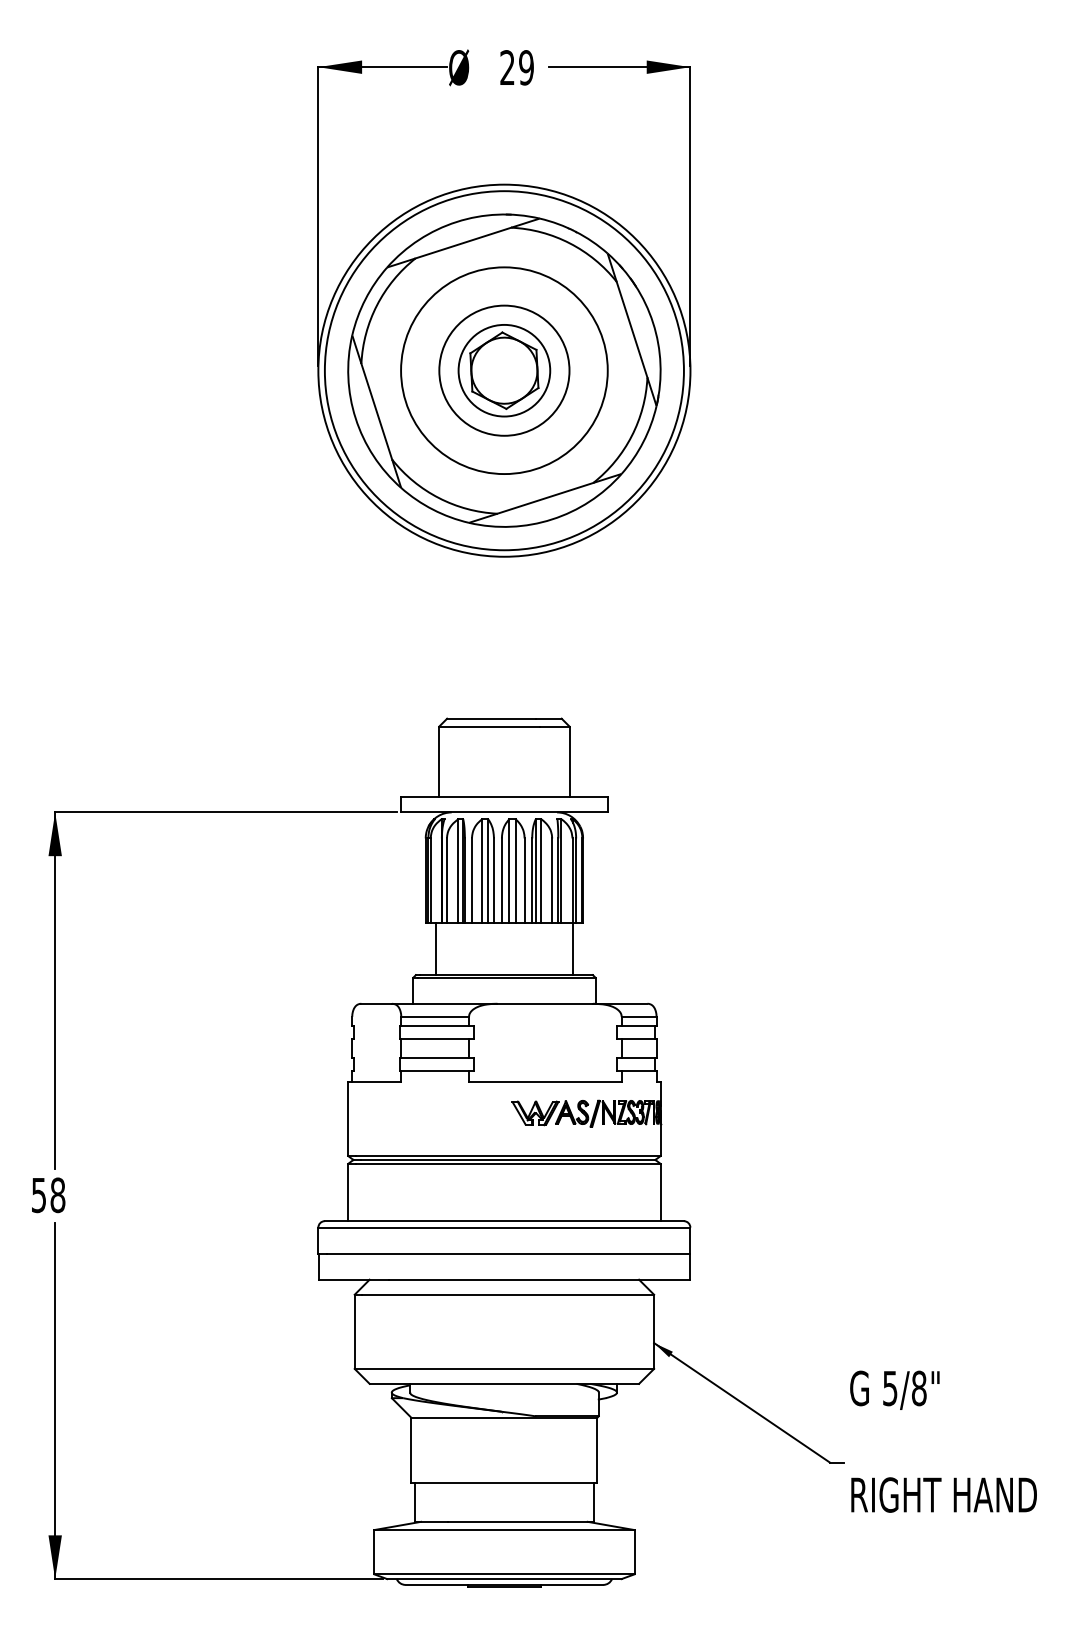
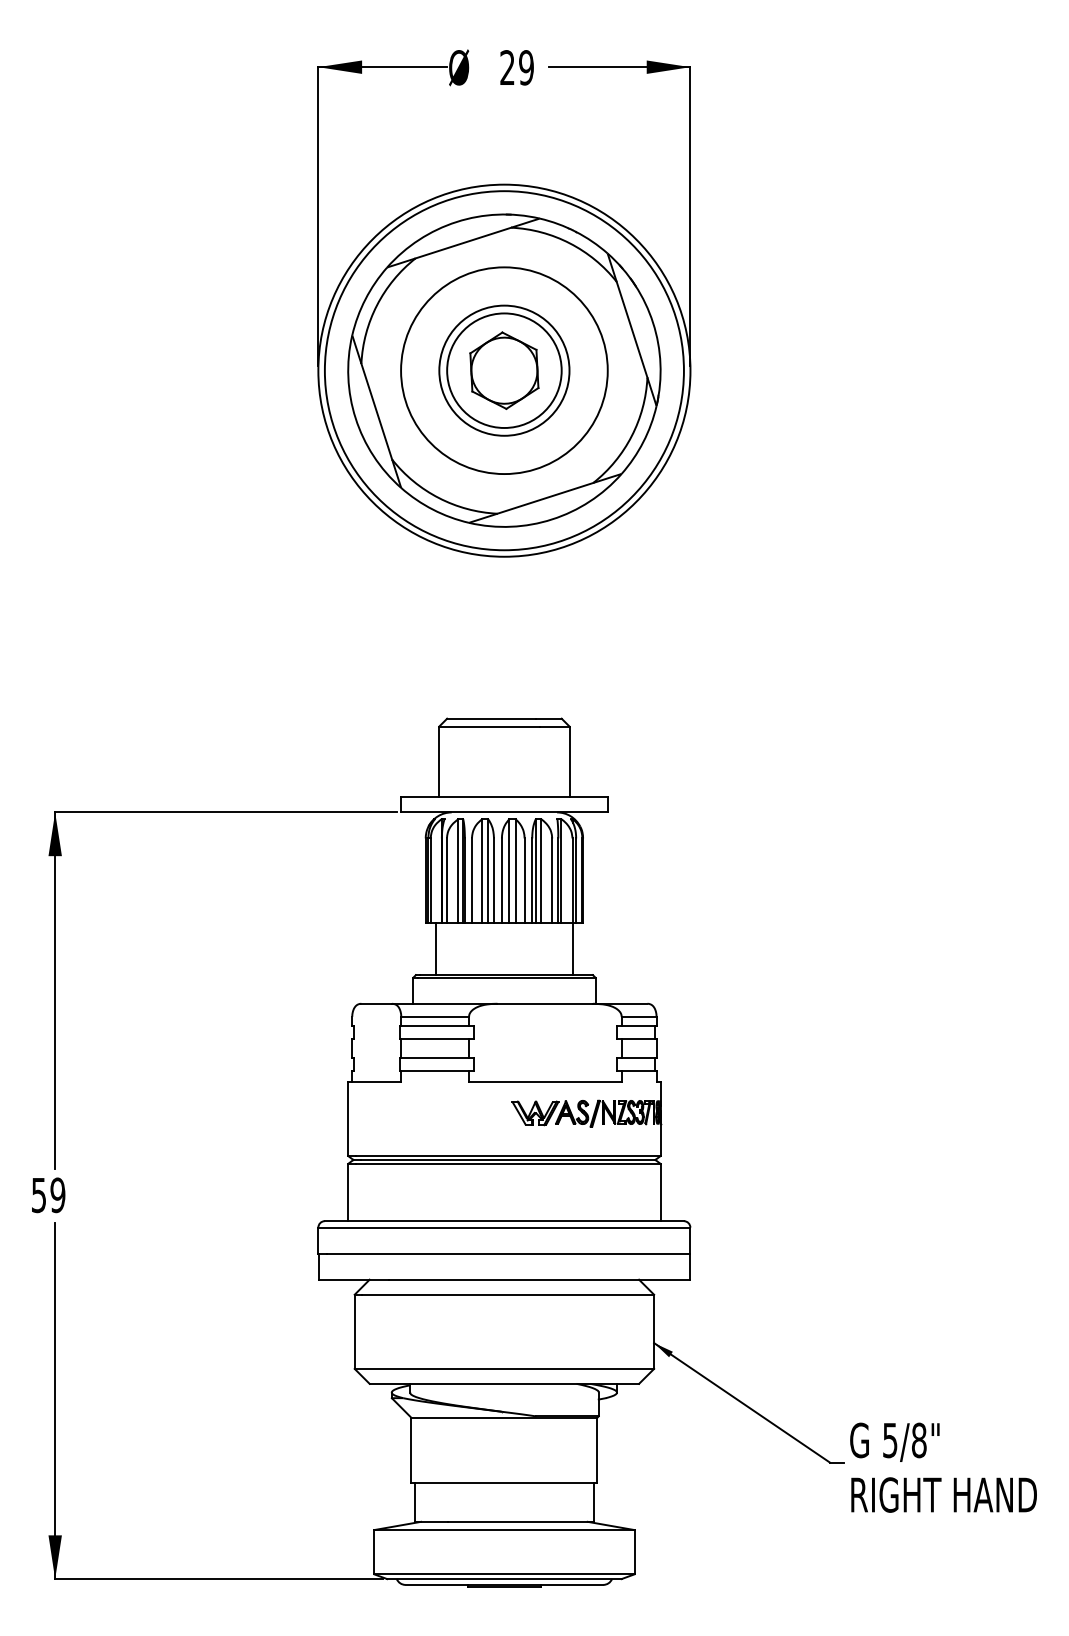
circle at (504, 370) diameter: 92 px -> 115 px
text at (57, 1195): 58 -> 59
text at (894, 1389) position: (894, 1389) -> (894, 1441)
